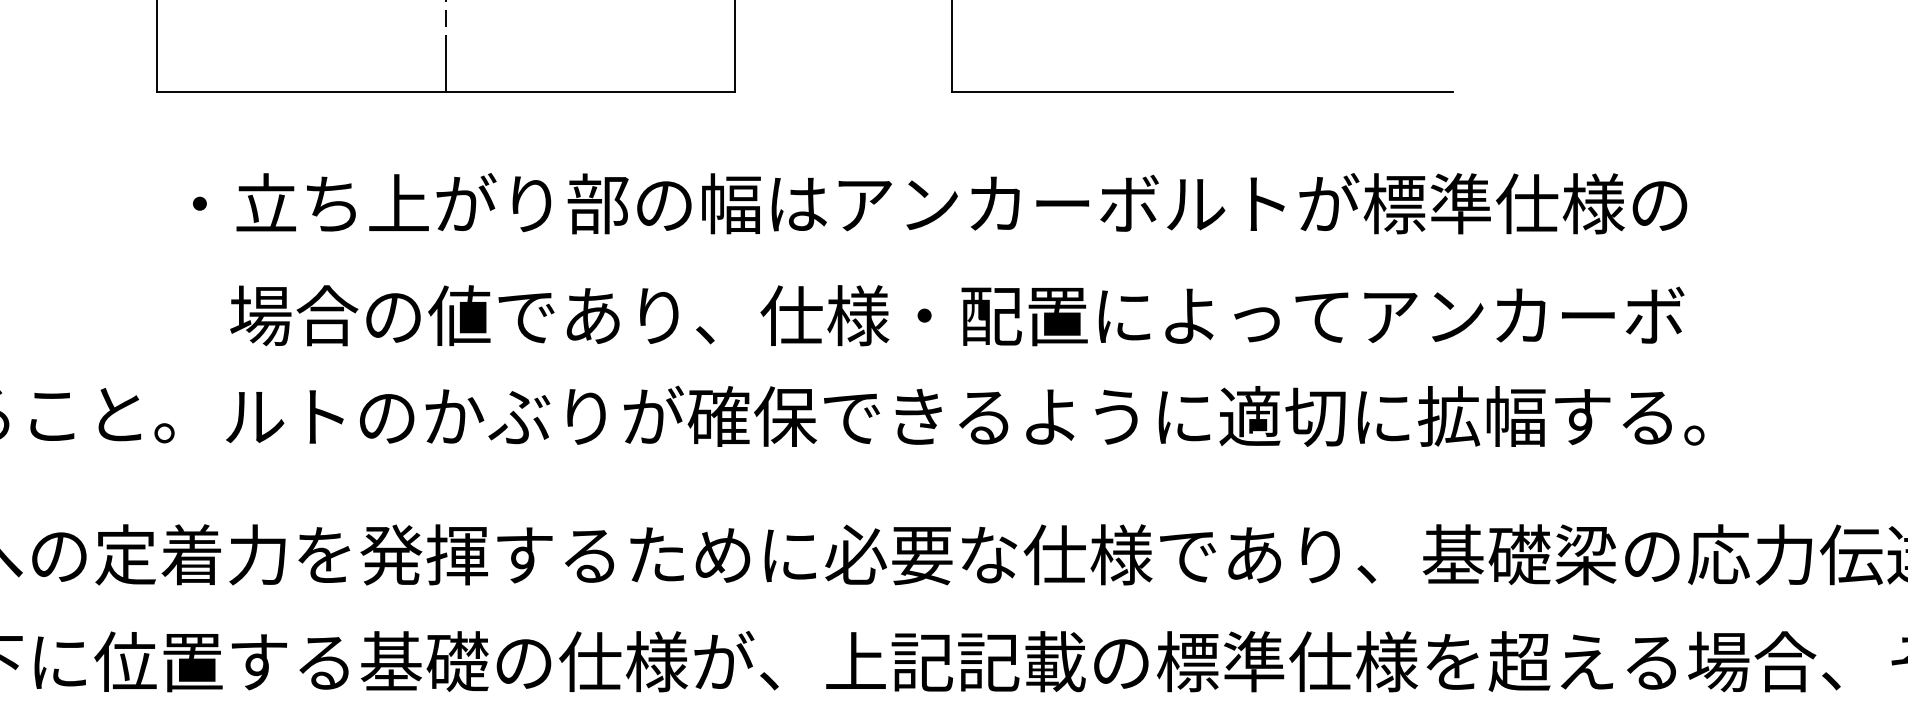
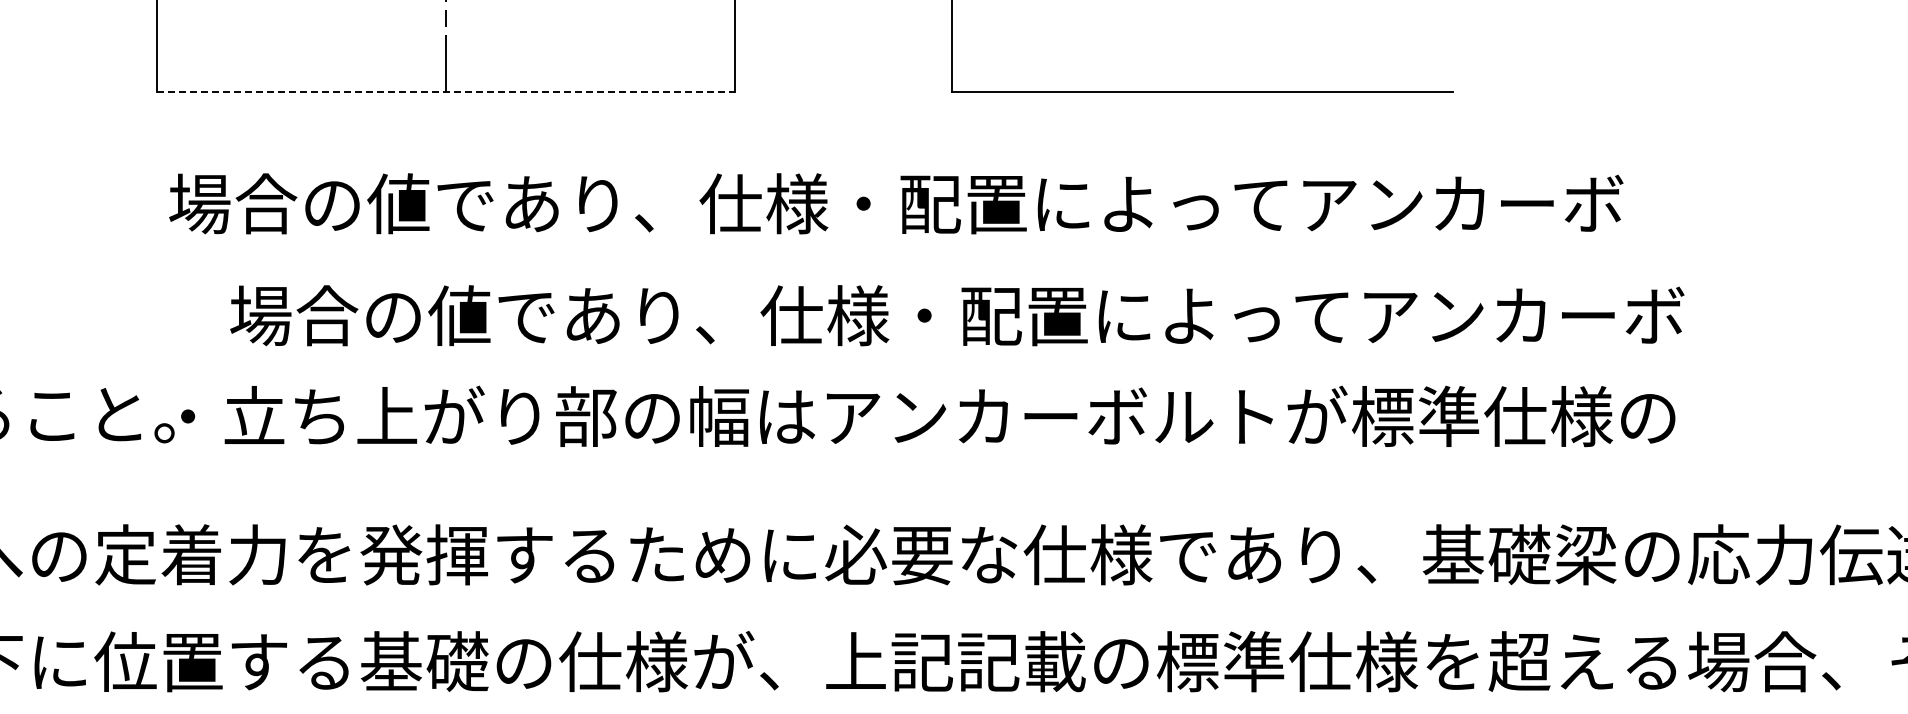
line at (446, 92): solid -> dashed
text at (928, 203): ・立ち上がり部の幅はアンカーボルトが標準仕様の -> 場合の値であり、仕様・配置によってアンカーボ
text at (942, 416): ルトのかぶりが確保できるように適切に拡幅する。 -> ・立ち上がり部の幅はアンカーボルトが標準仕様の
